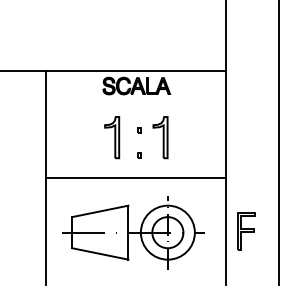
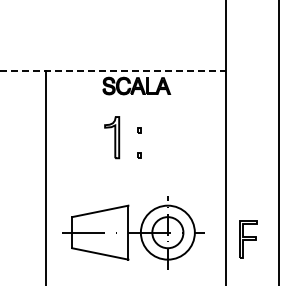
line at (113, 70): solid -> dashed
part at (160, 137): present -> none
line at (136, 177): present -> none
part at (246, 231) position: (246, 231) -> (248, 239)
